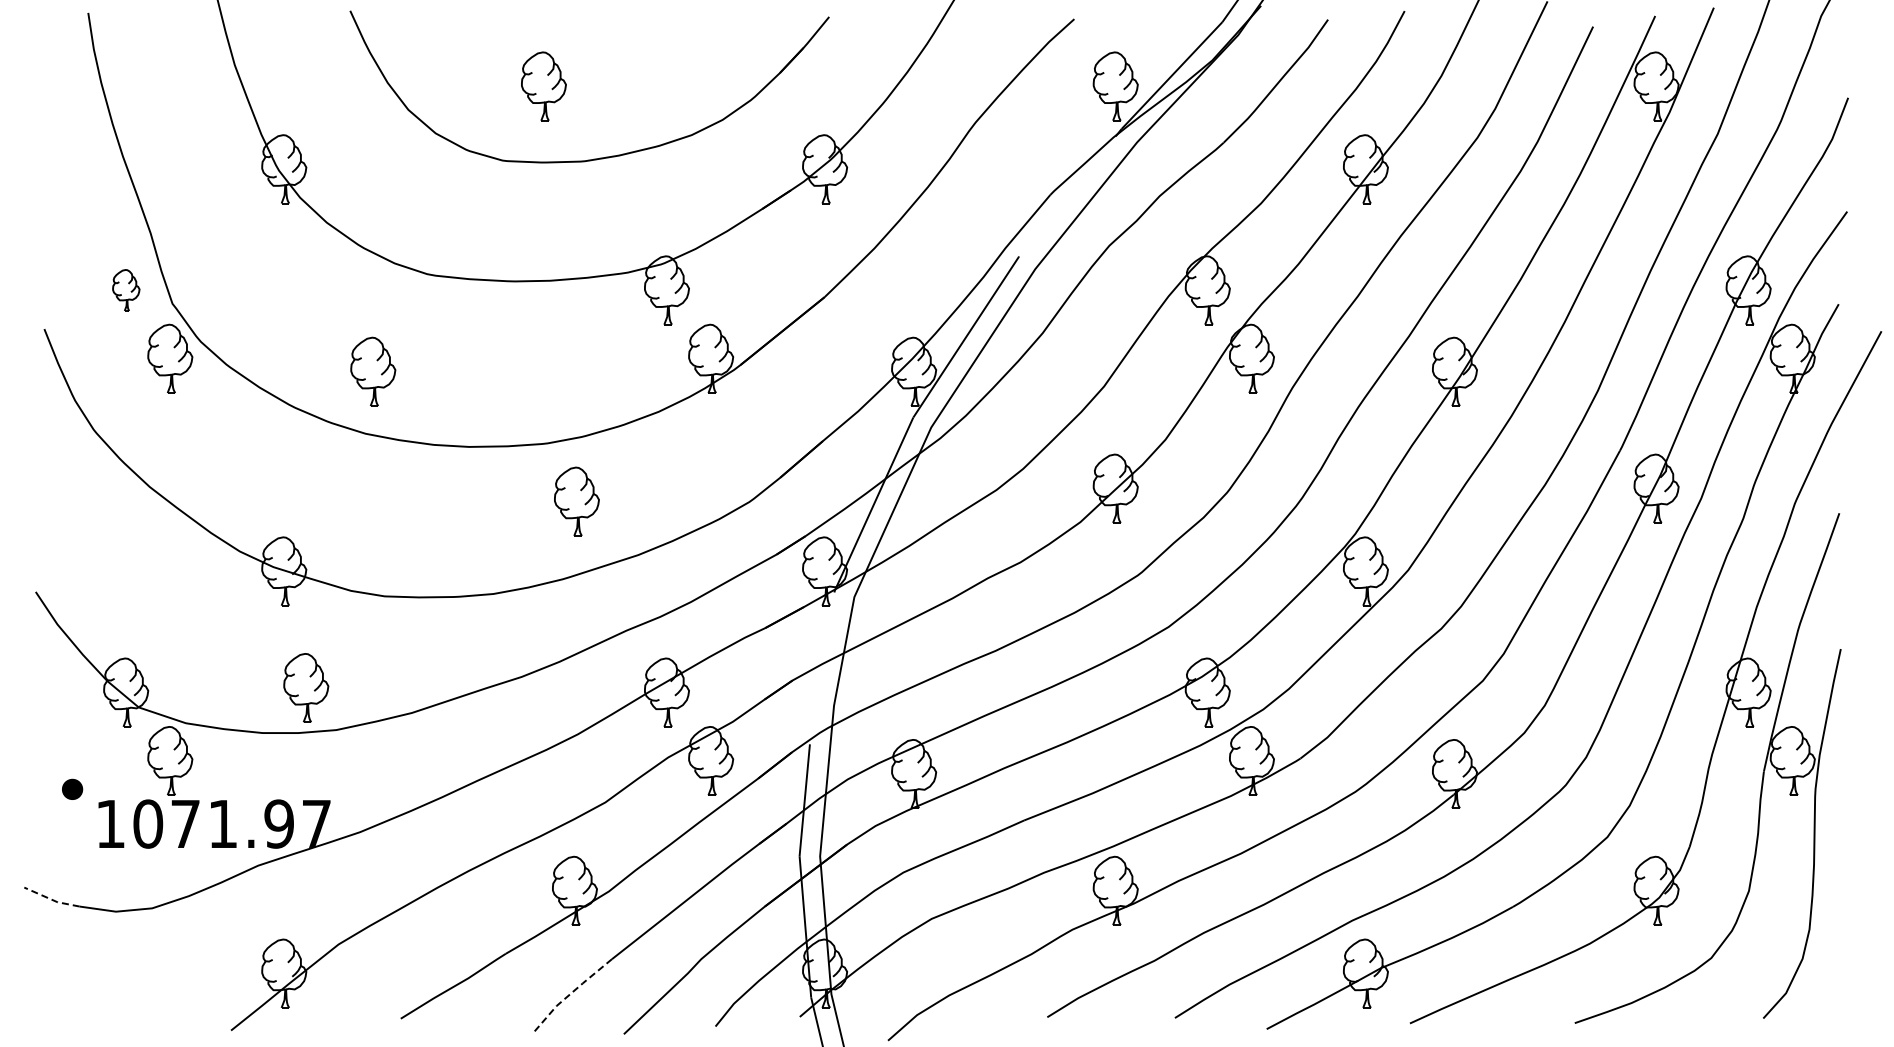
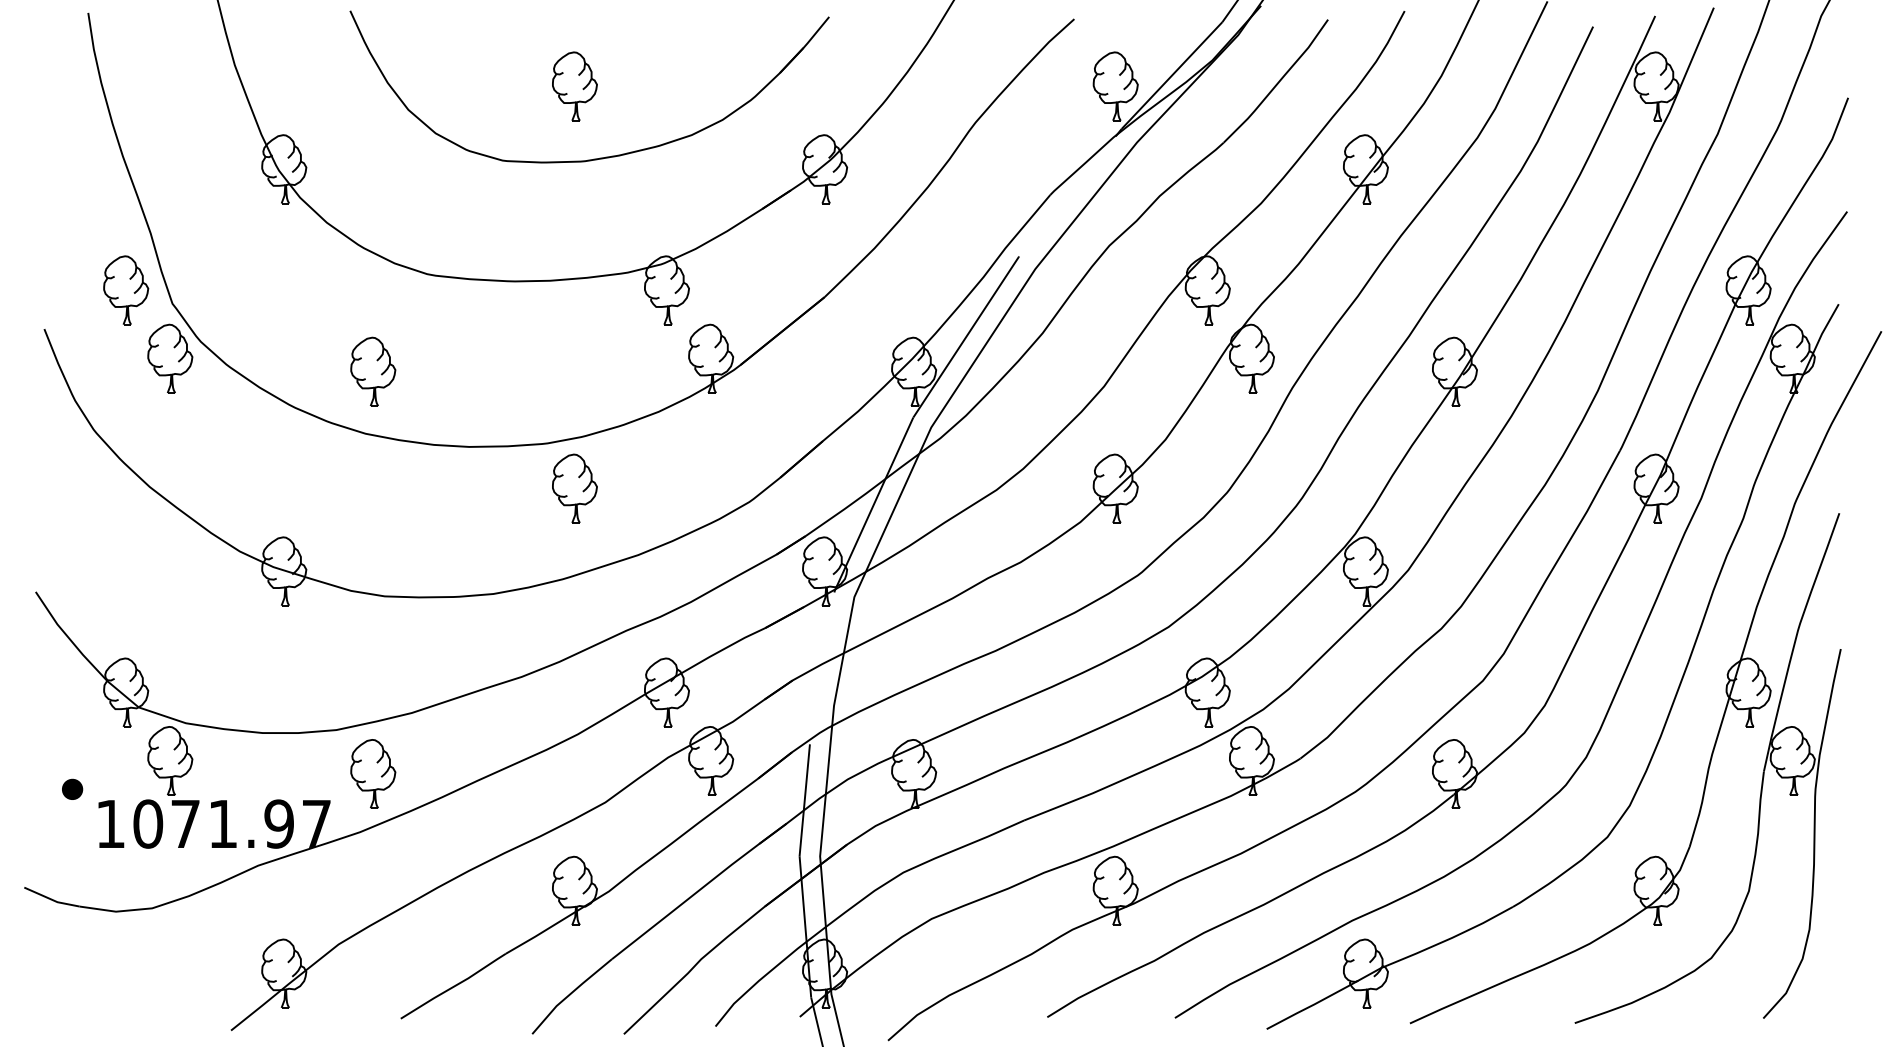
part at (543, 86) position: (543, 86) -> (574, 86)
part at (126, 290) size: 29x43 px -> 47x71 px
part at (576, 501) position: (576, 501) -> (574, 488)
part at (306, 687) position: (306, 687) -> (373, 773)
line at (51, 899): dashed -> solid
line at (569, 995): dashed -> solid
